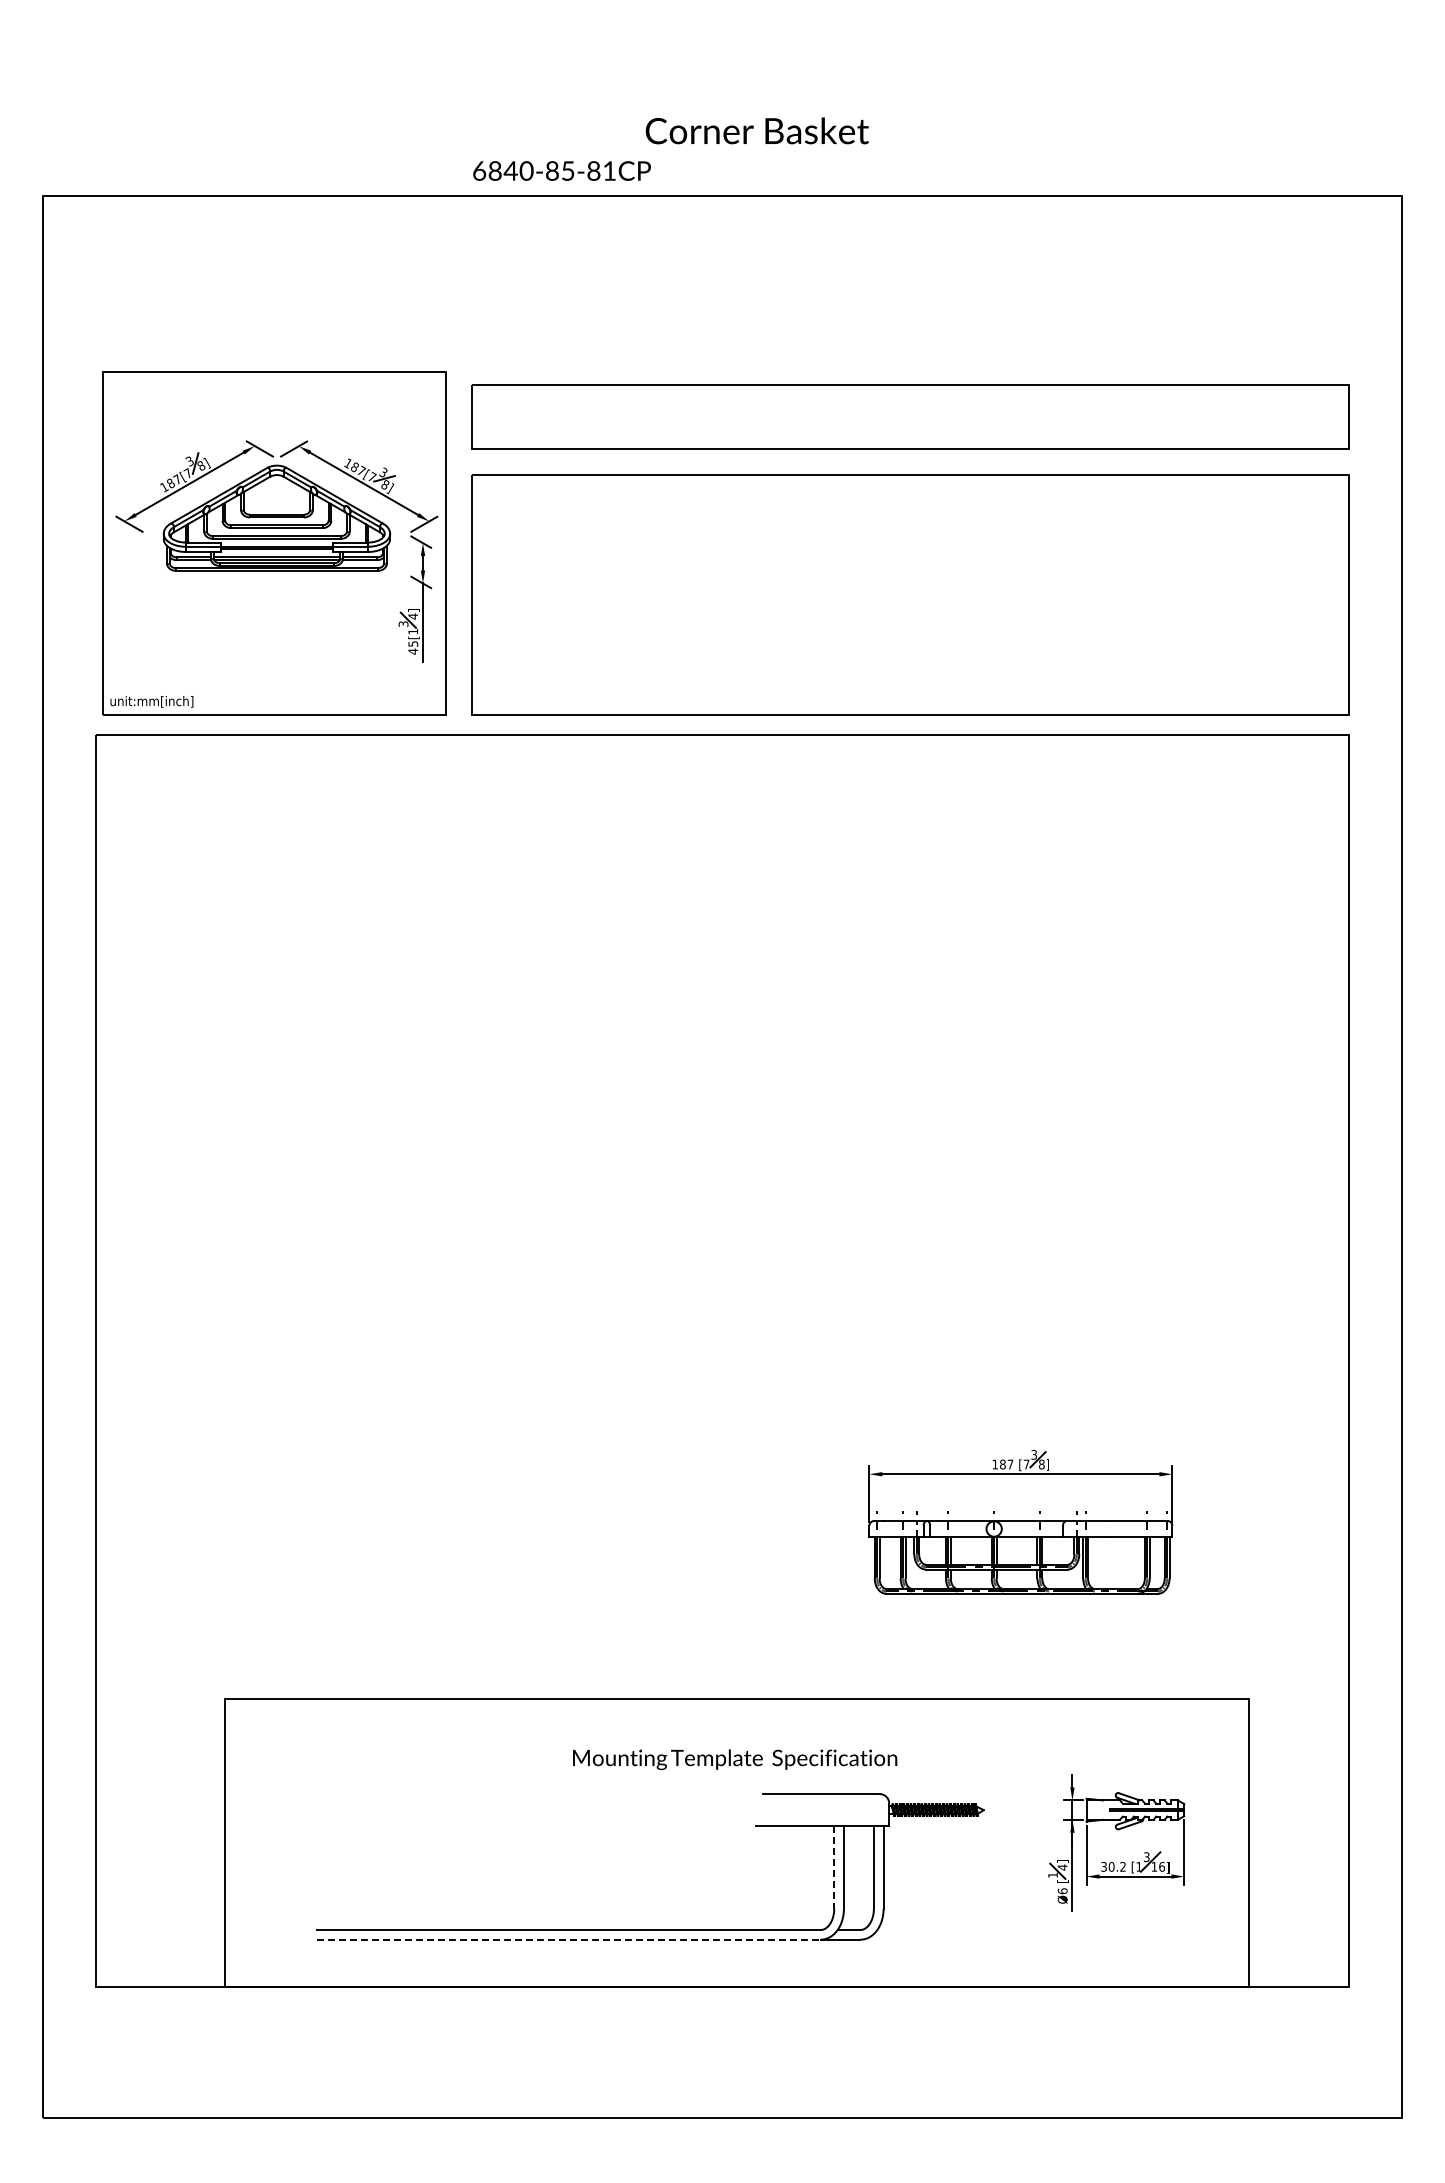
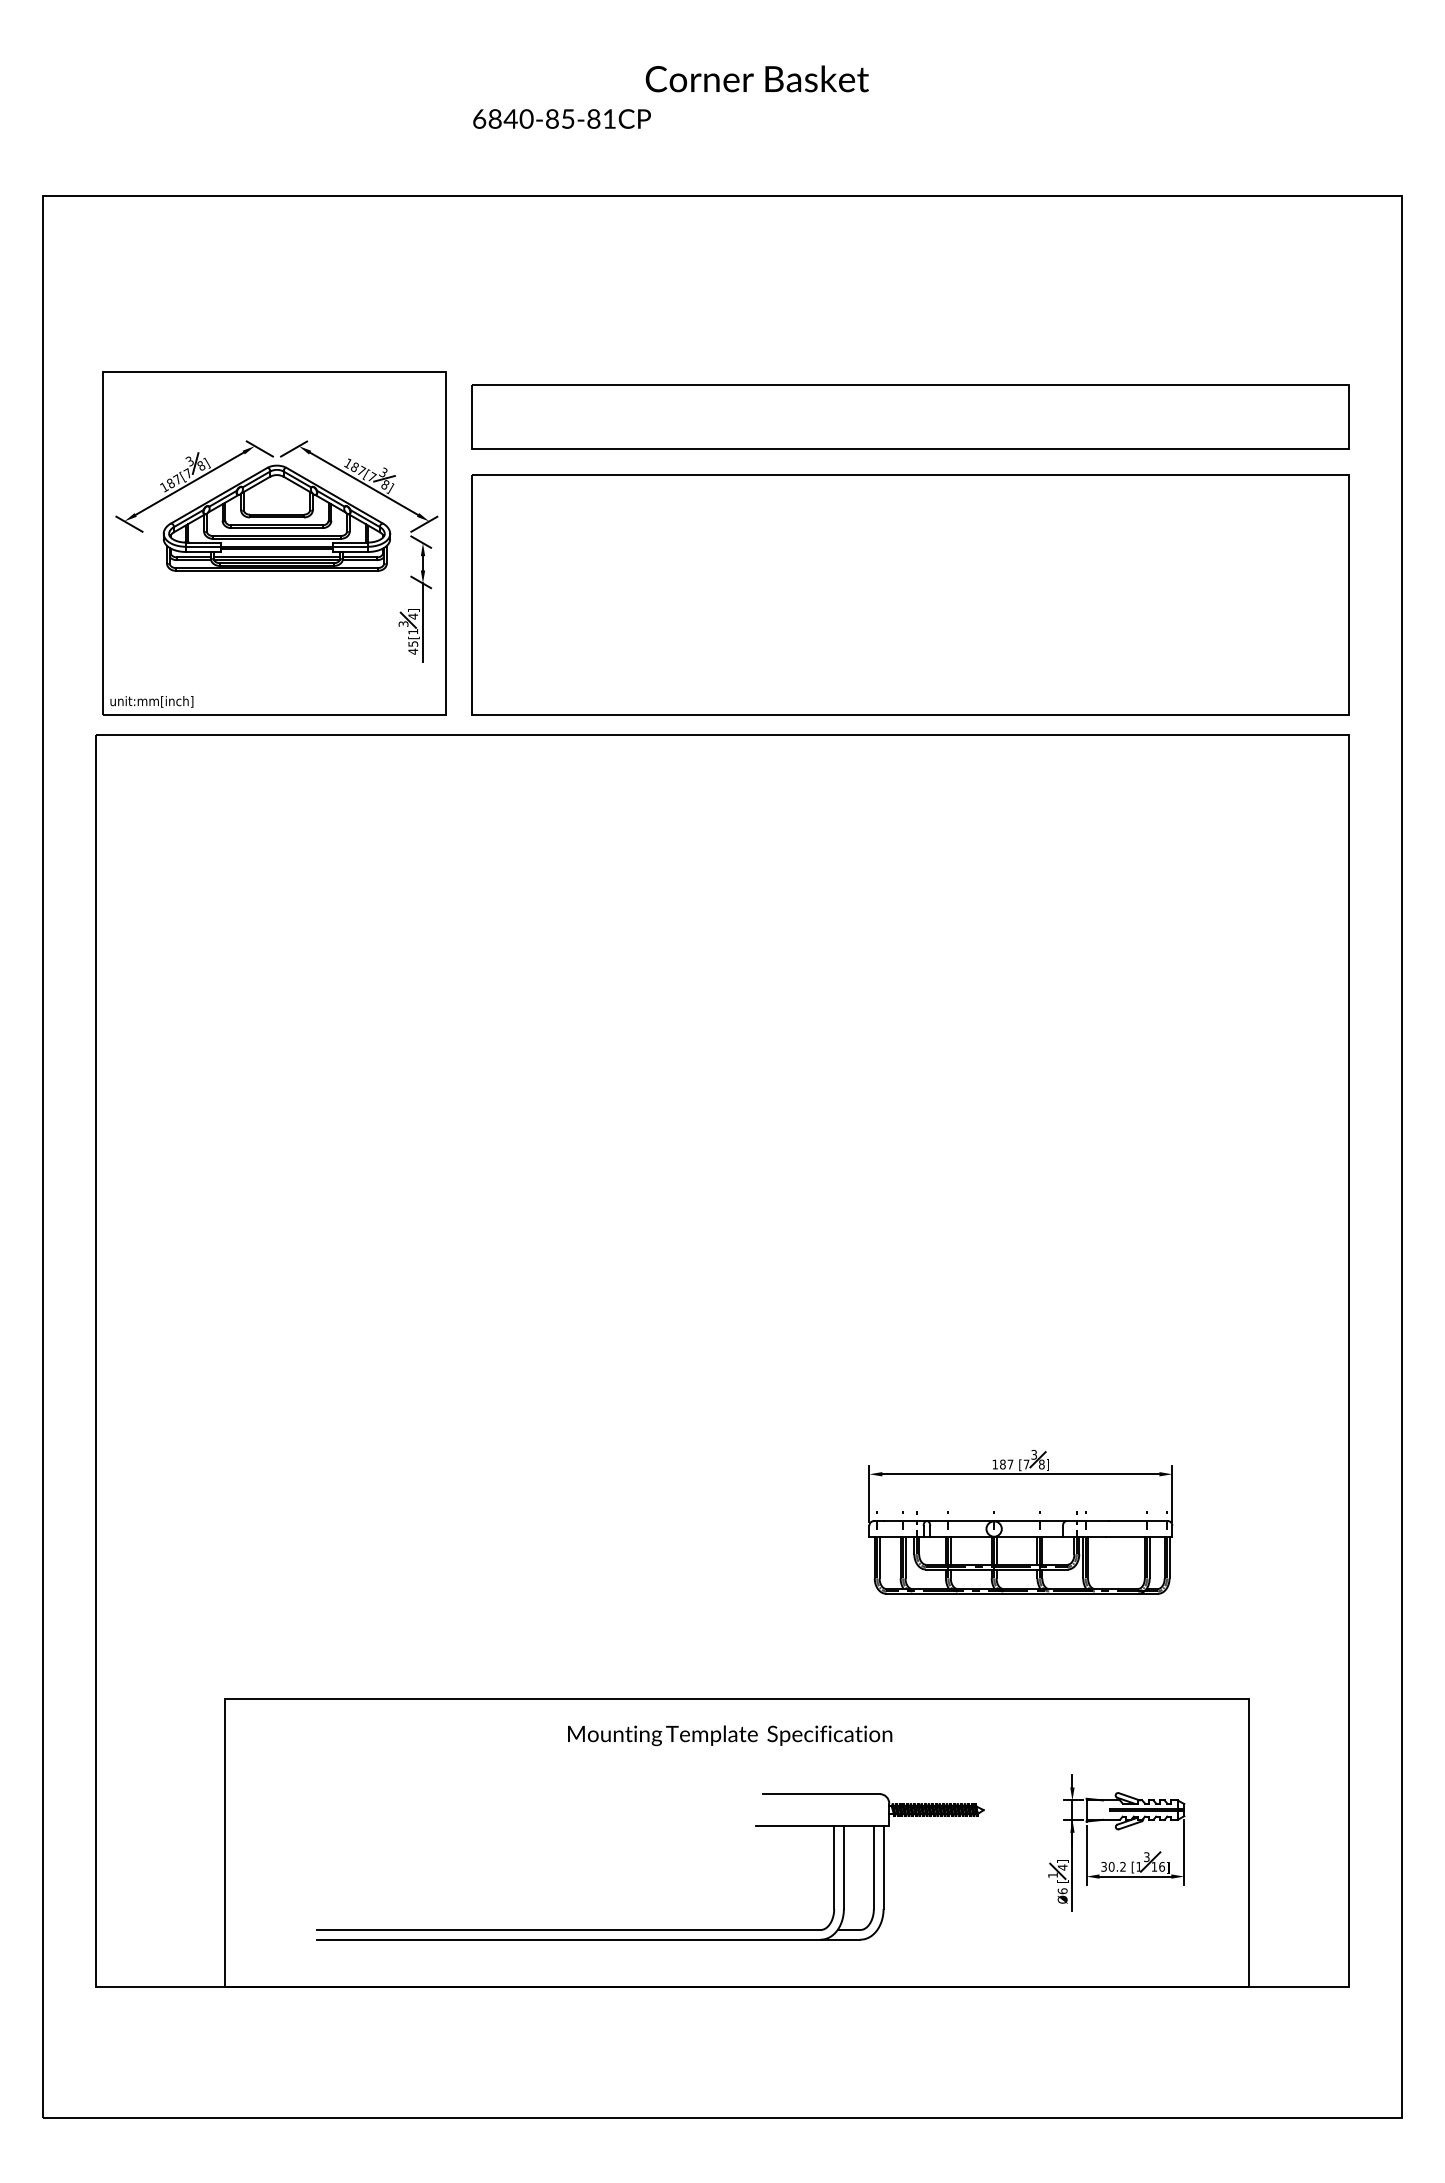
text at (670, 148) position: (670, 148) -> (670, 96)
text at (735, 1759) position: (735, 1759) -> (730, 1735)
line at (834, 1867): dashed -> solid
line at (568, 1939): dashed -> solid
